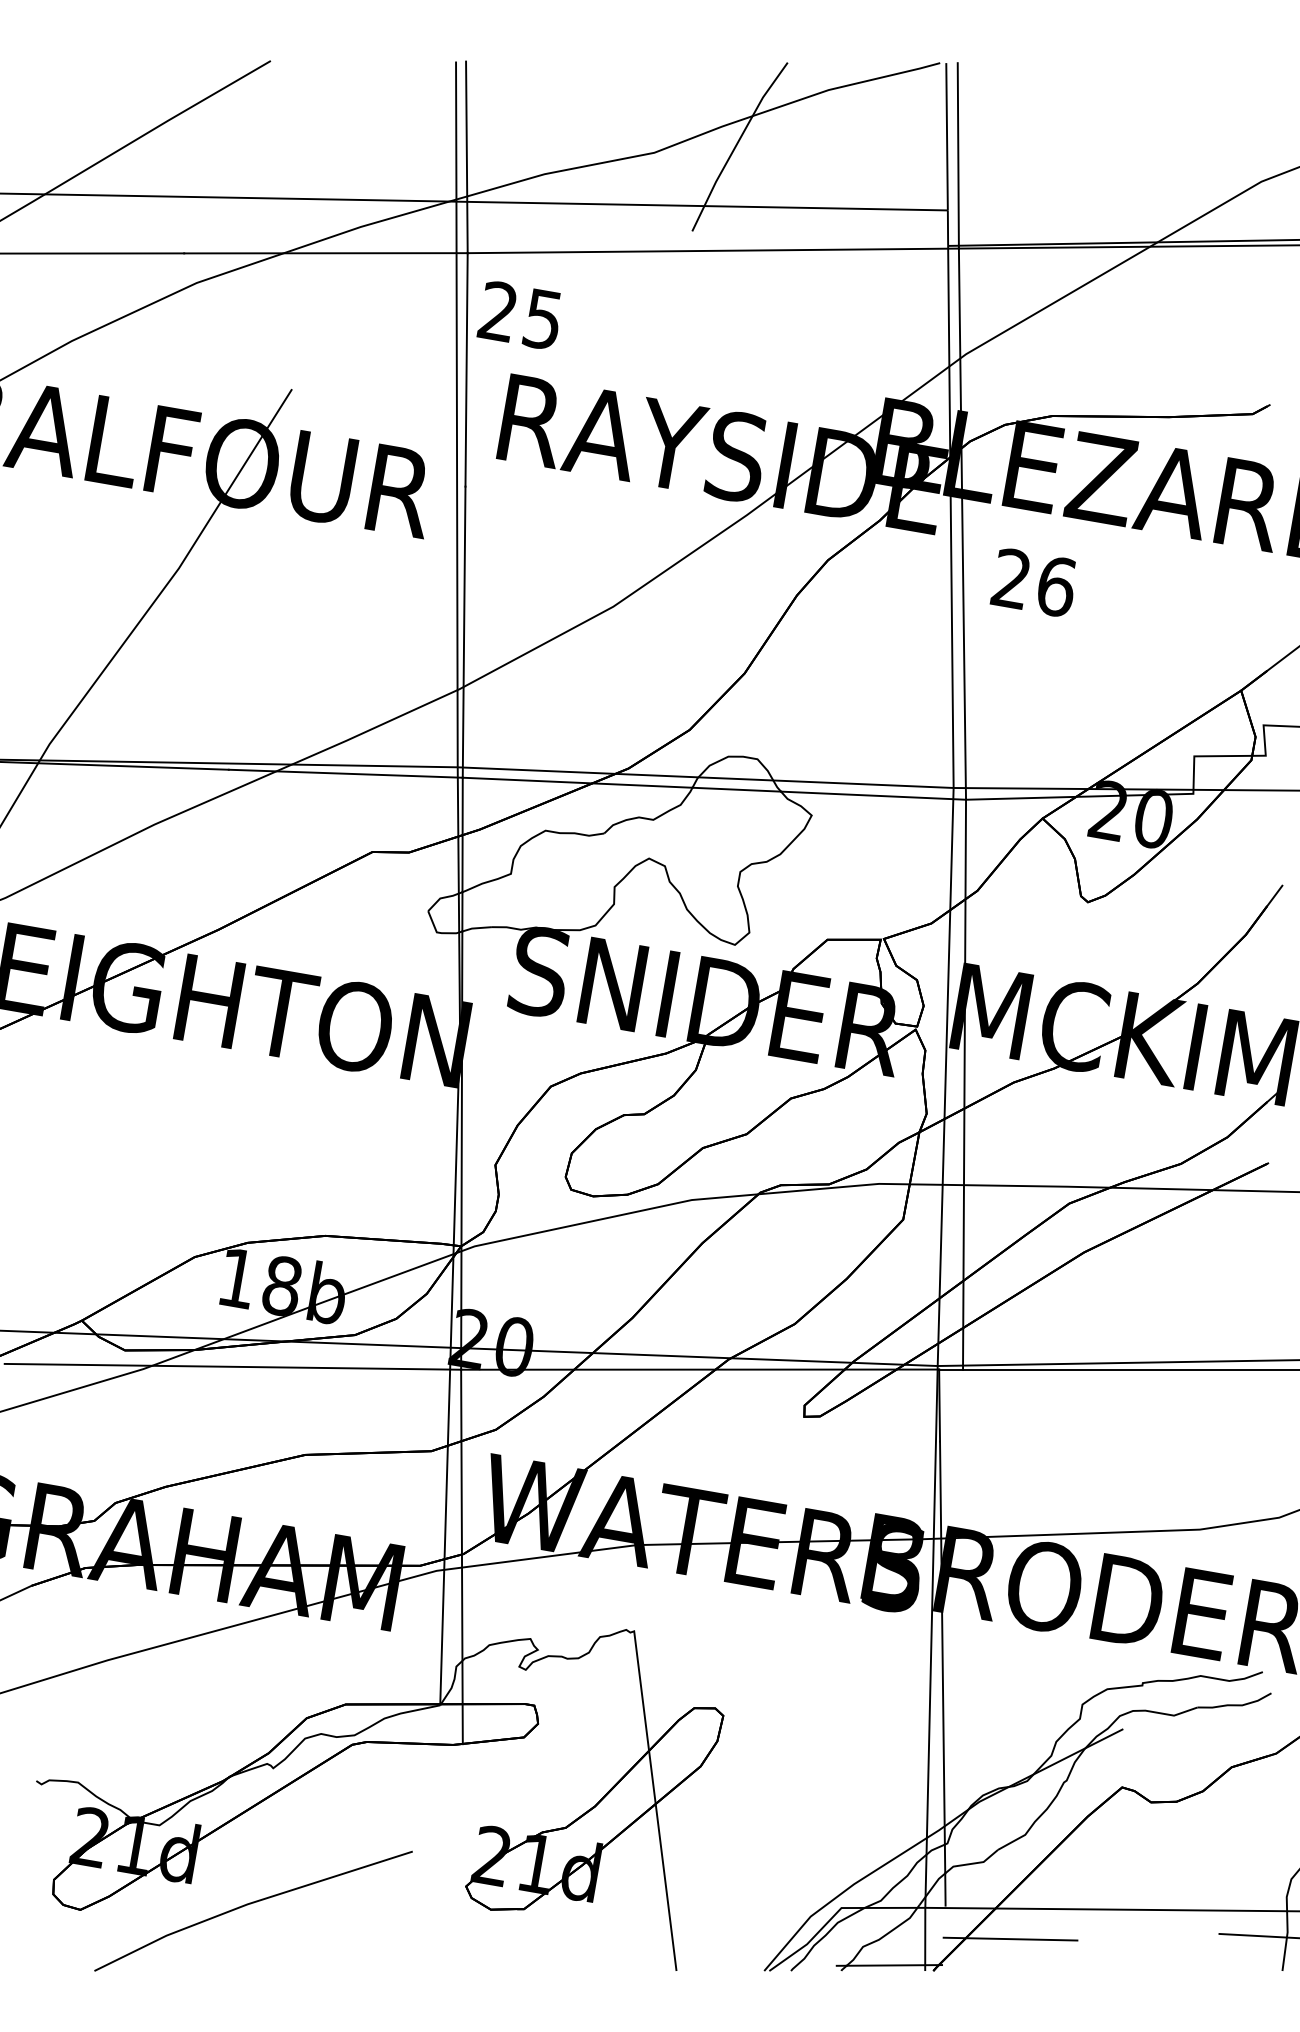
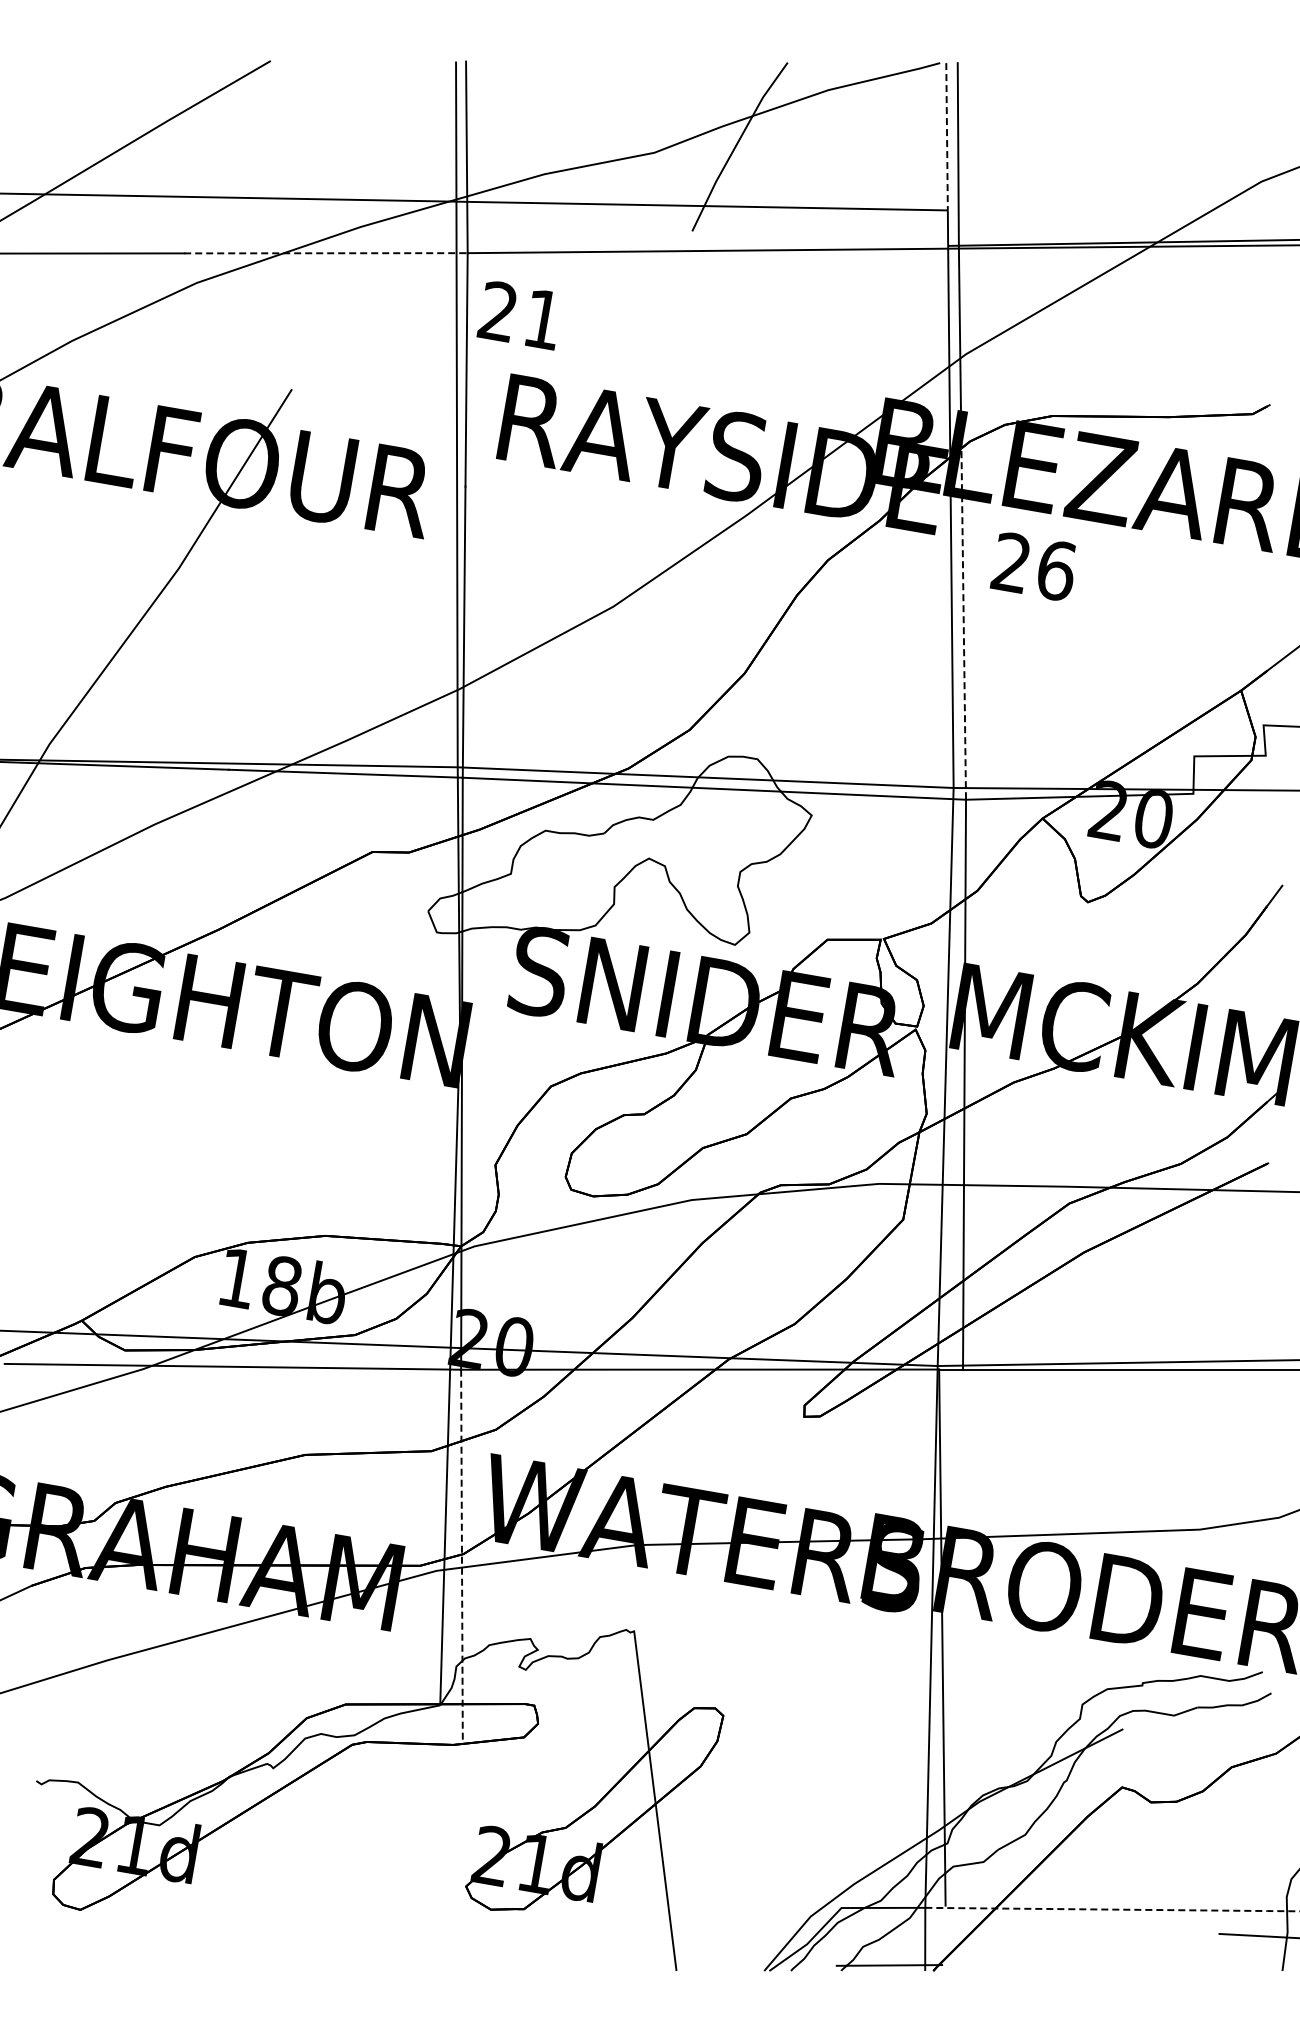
line at (947, 136): solid -> dashed
line at (325, 253): solid -> dashed
text at (540, 319): 25 -> 21
text at (1032, 582) position: (1032, 582) -> (1032, 566)
line at (963, 614): solid -> dashed
line at (461, 1557): solid -> dashed
line at (251, 1904): present -> none
line at (1113, 1909): solid -> dashed
line at (1010, 1938): present -> none
